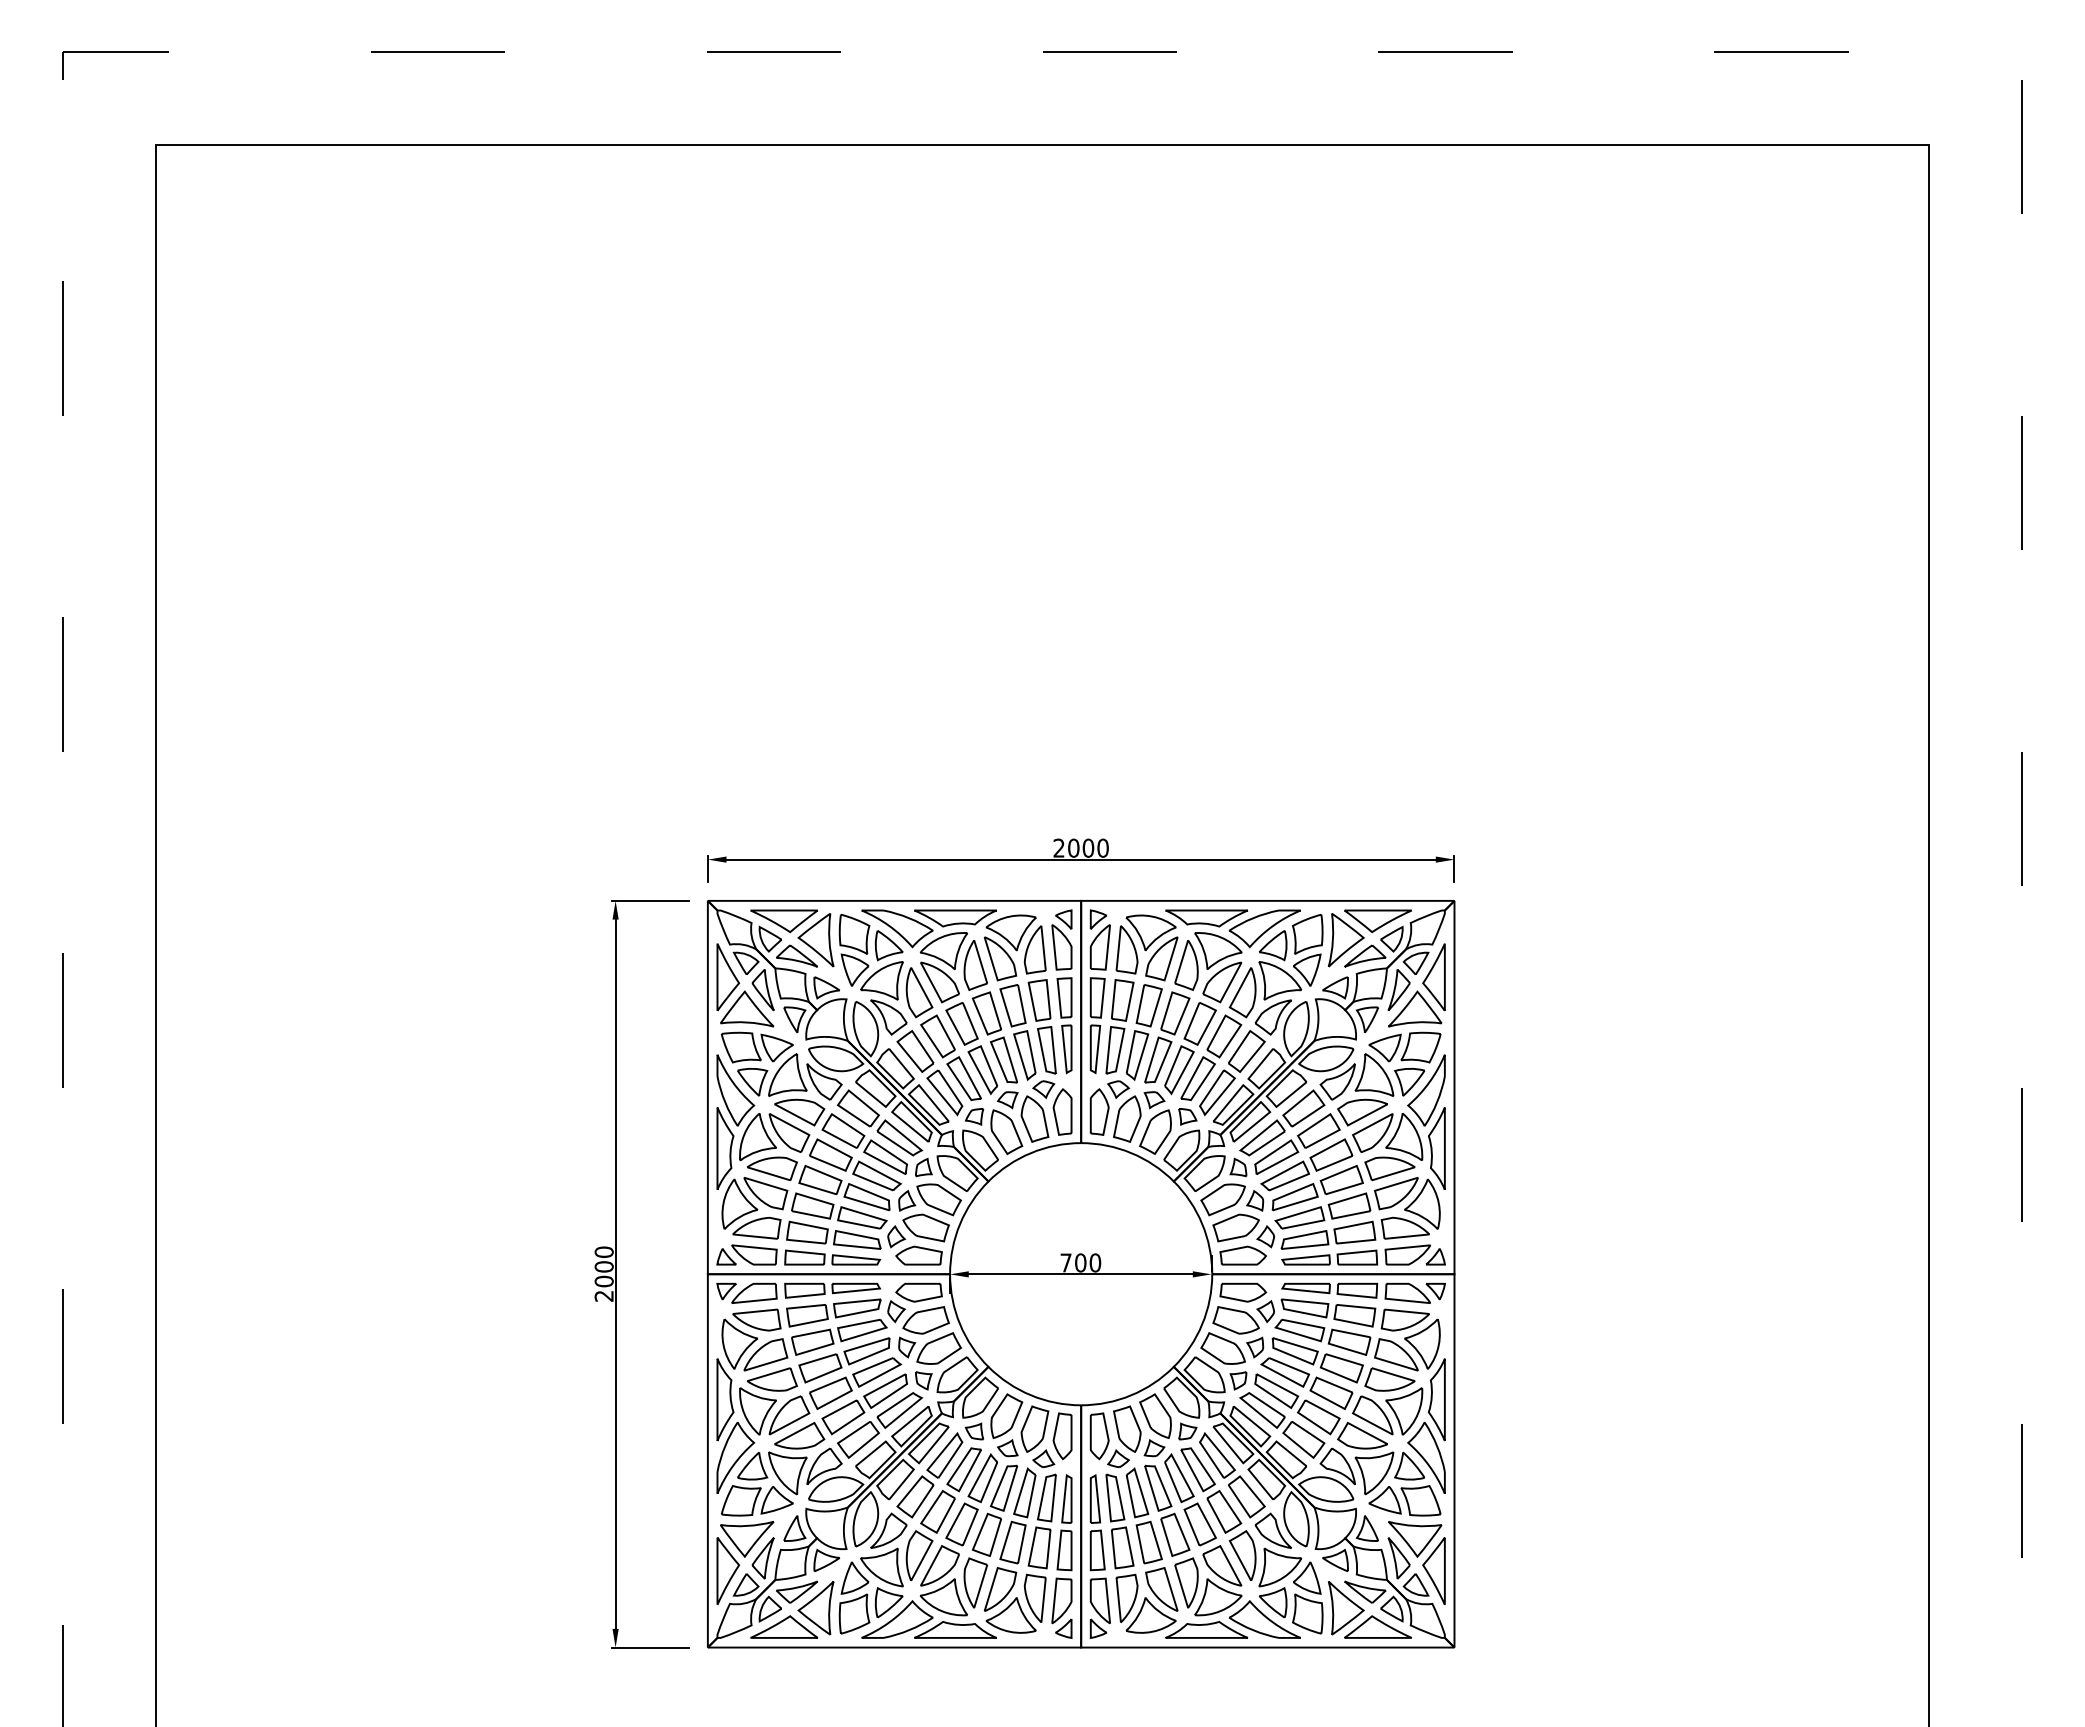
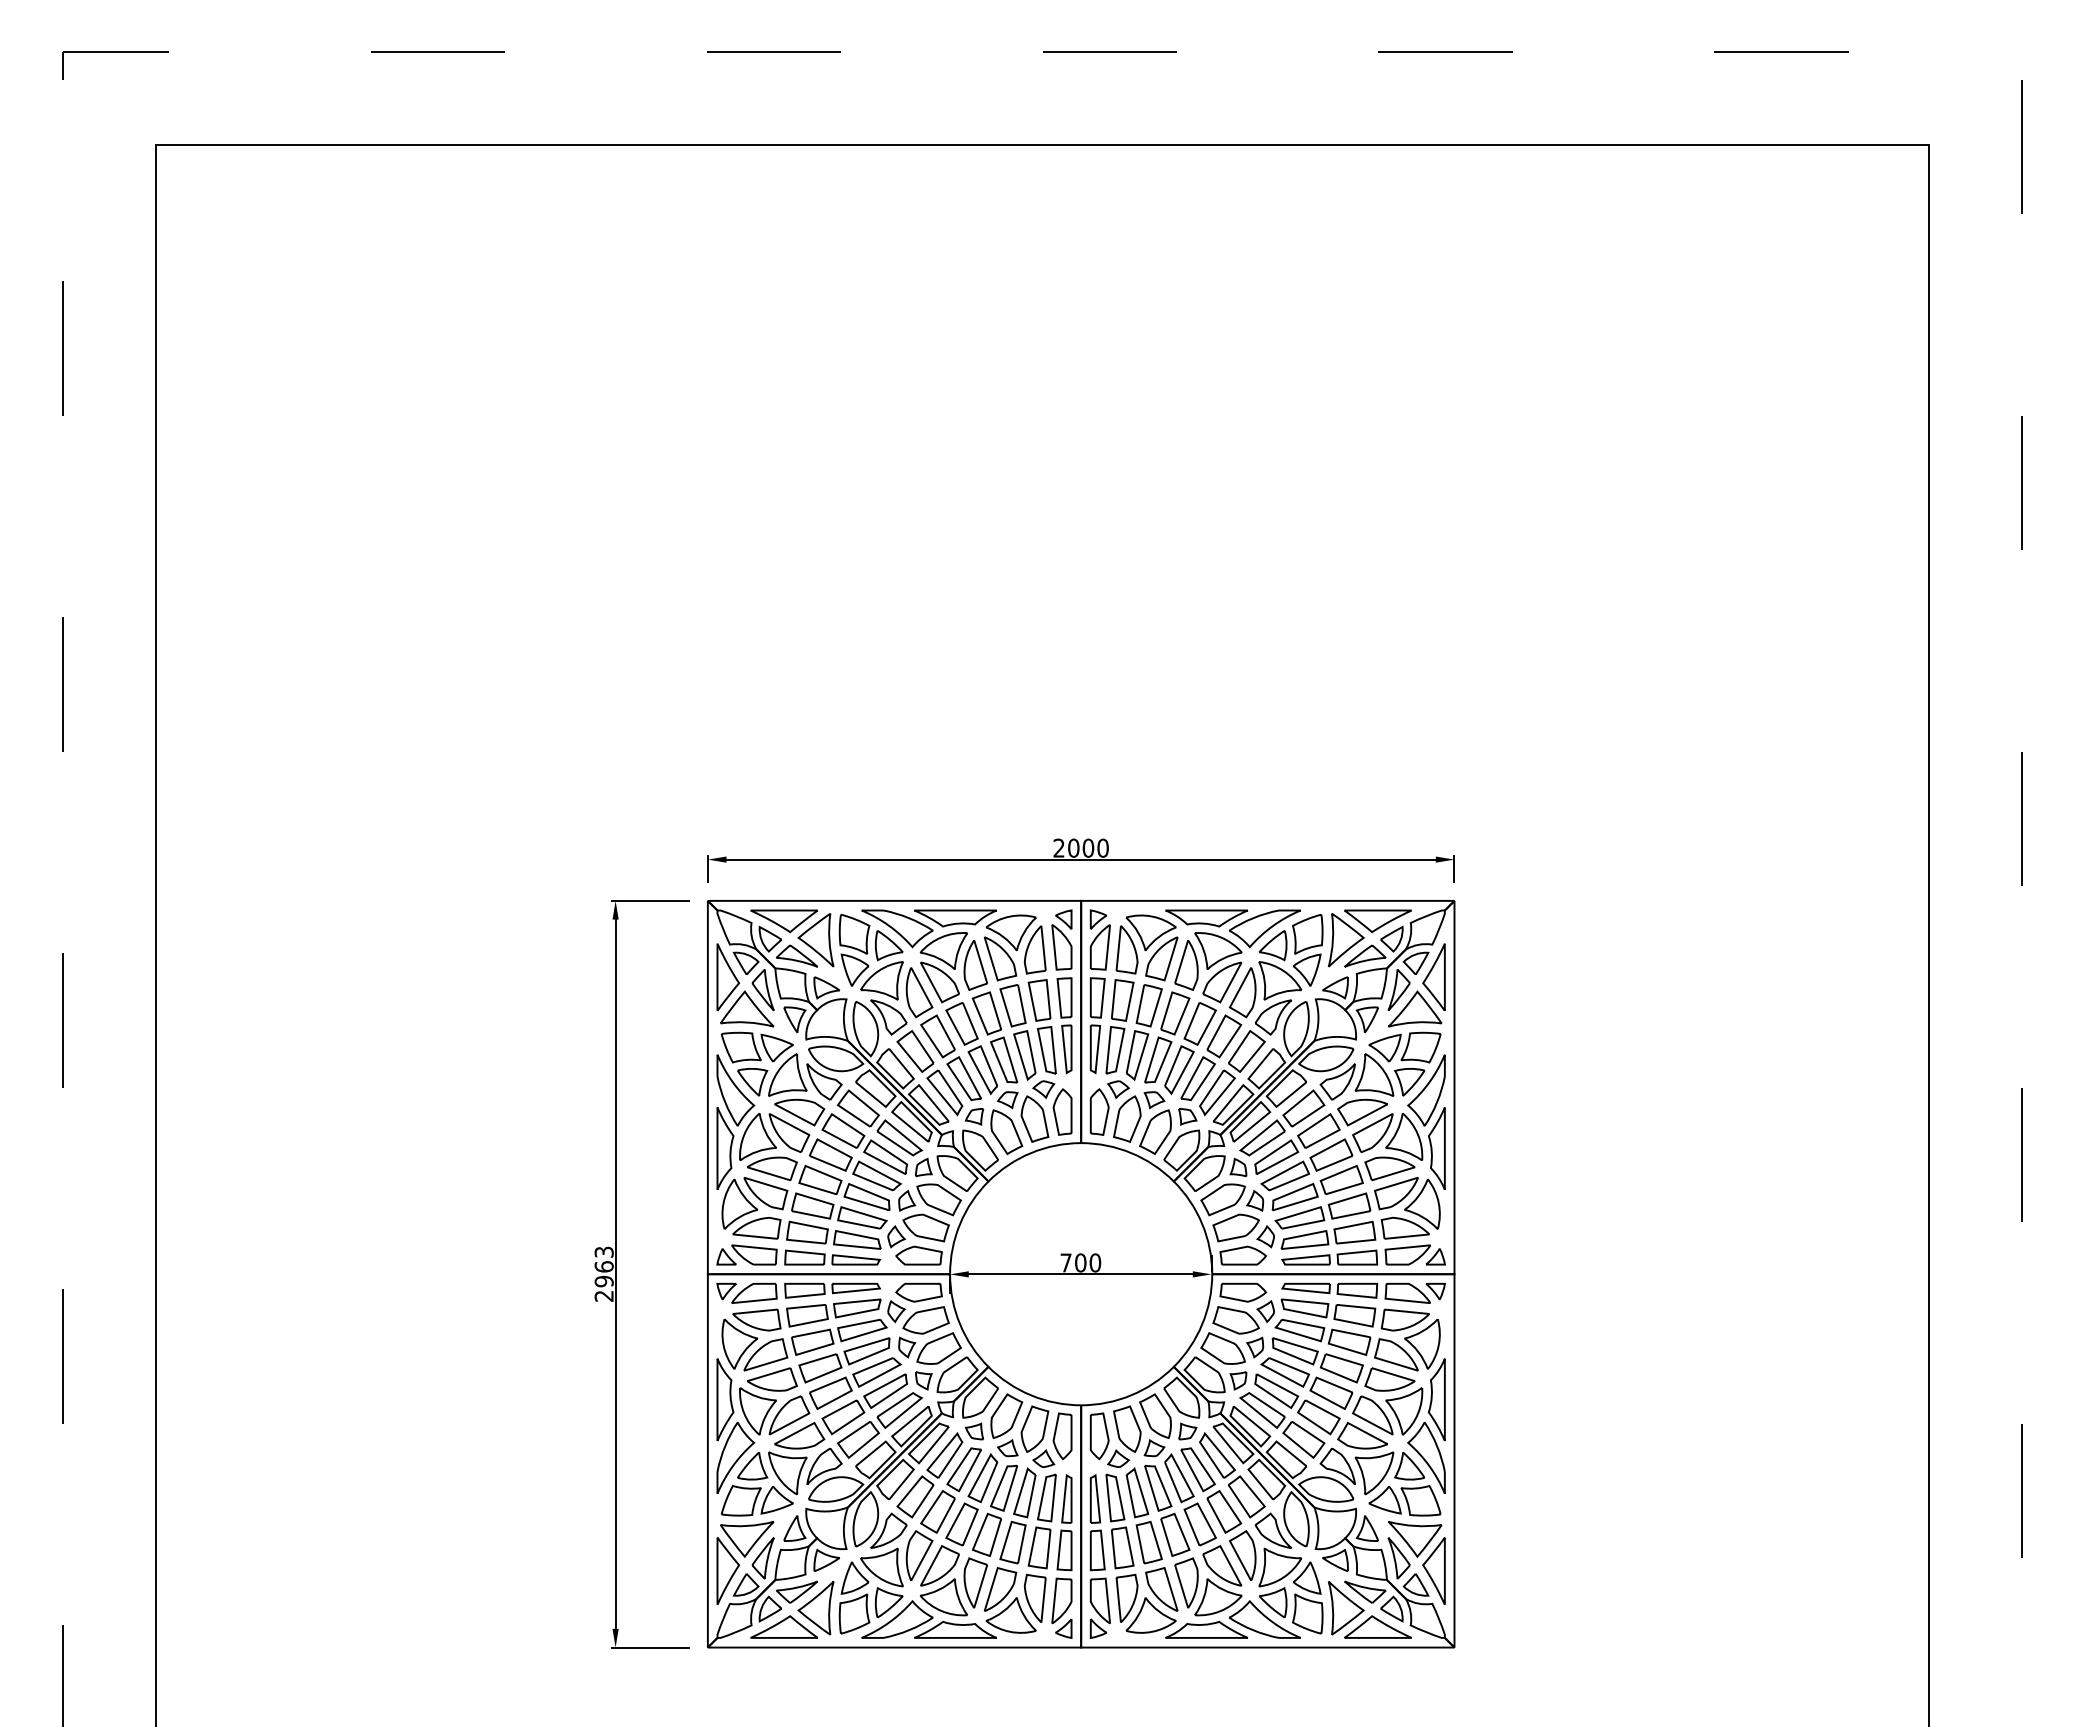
text at (603, 1266): 2000 -> 2963
